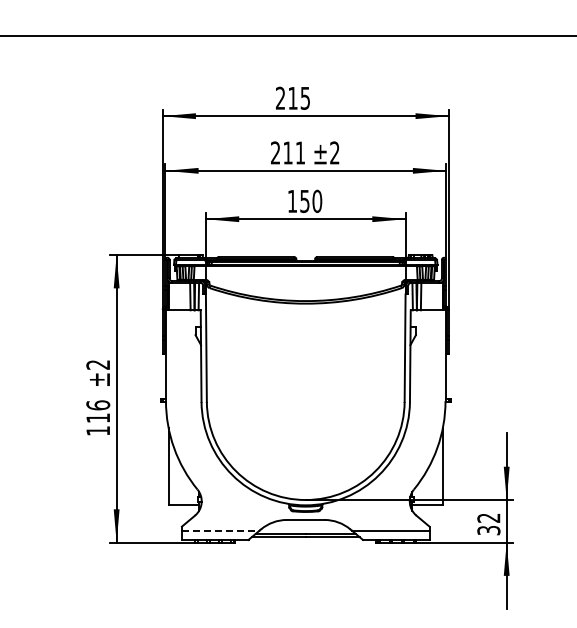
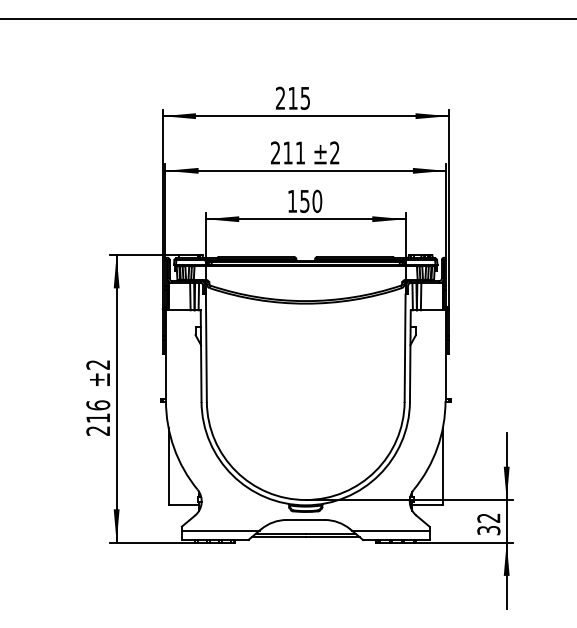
line at (287, 35) position: (287, 35) -> (287, 18)
text at (97, 430): 116 -> 216
line at (220, 530): dashed -> solid
